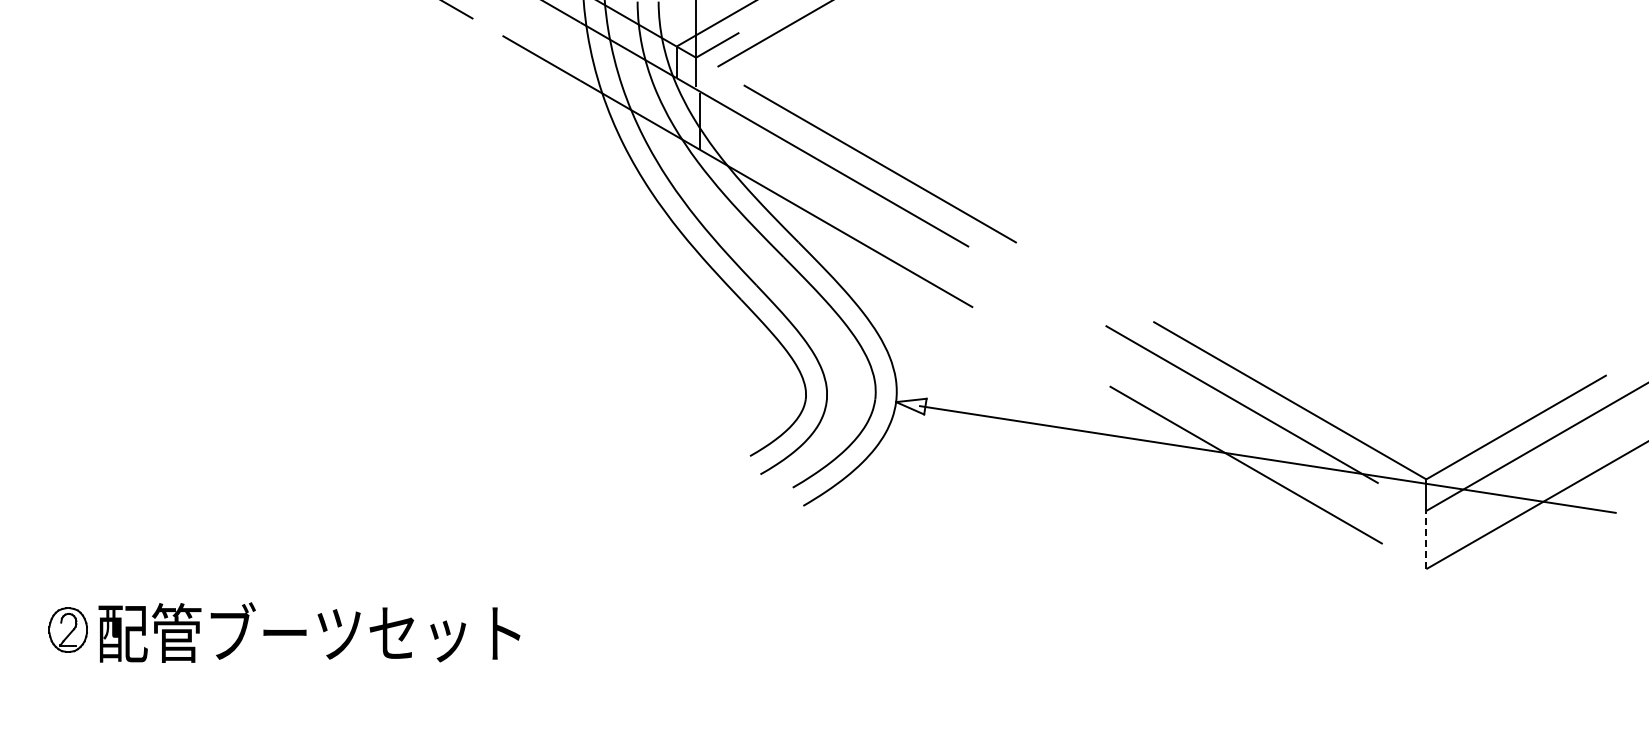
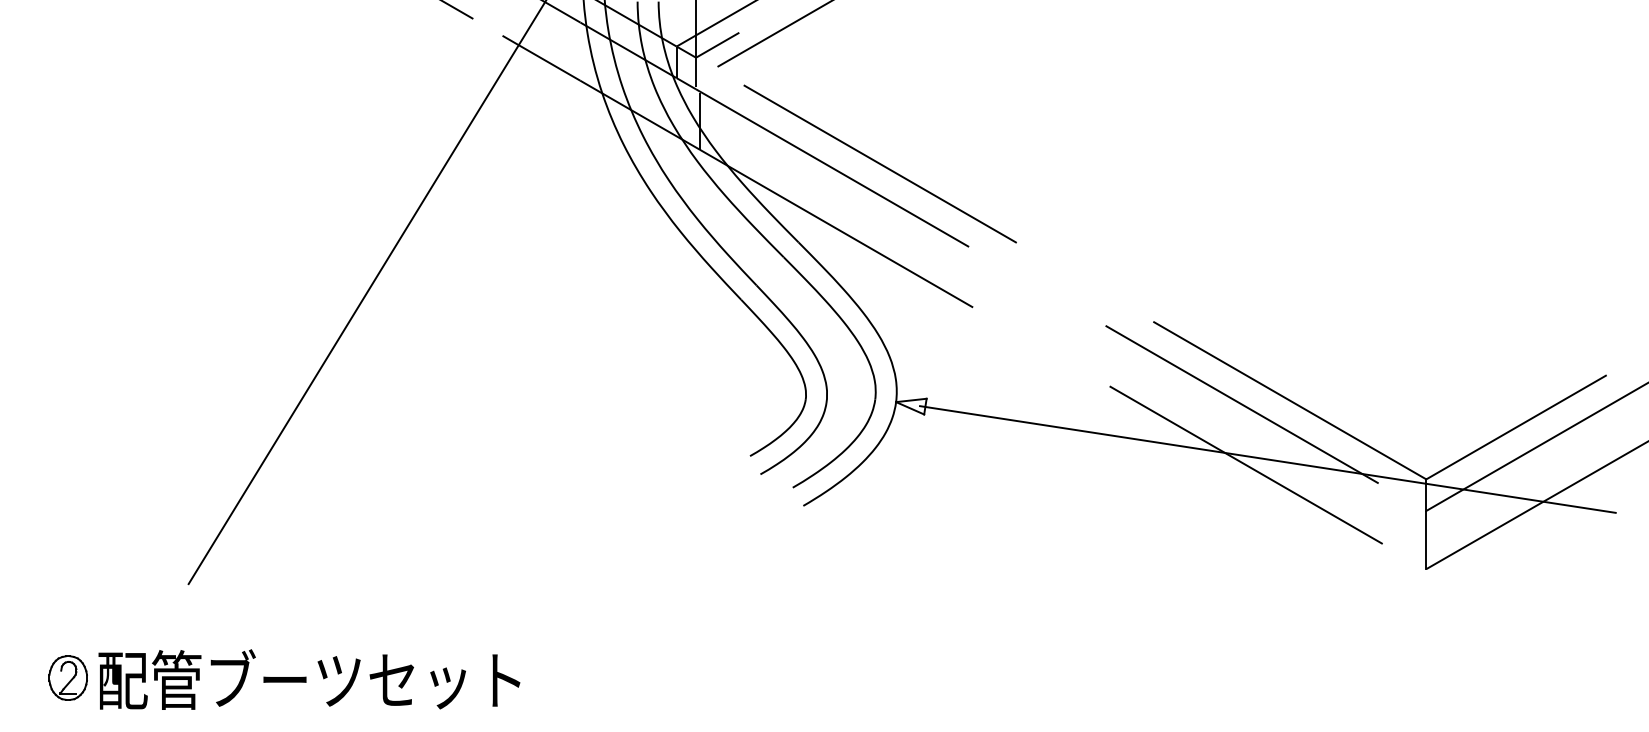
line at (366, 293): none -> present
line at (1426, 540): dashed -> solid
part at (67, 629) position: (67, 629) -> (67, 677)
text at (309, 632) position: (309, 632) -> (309, 679)
